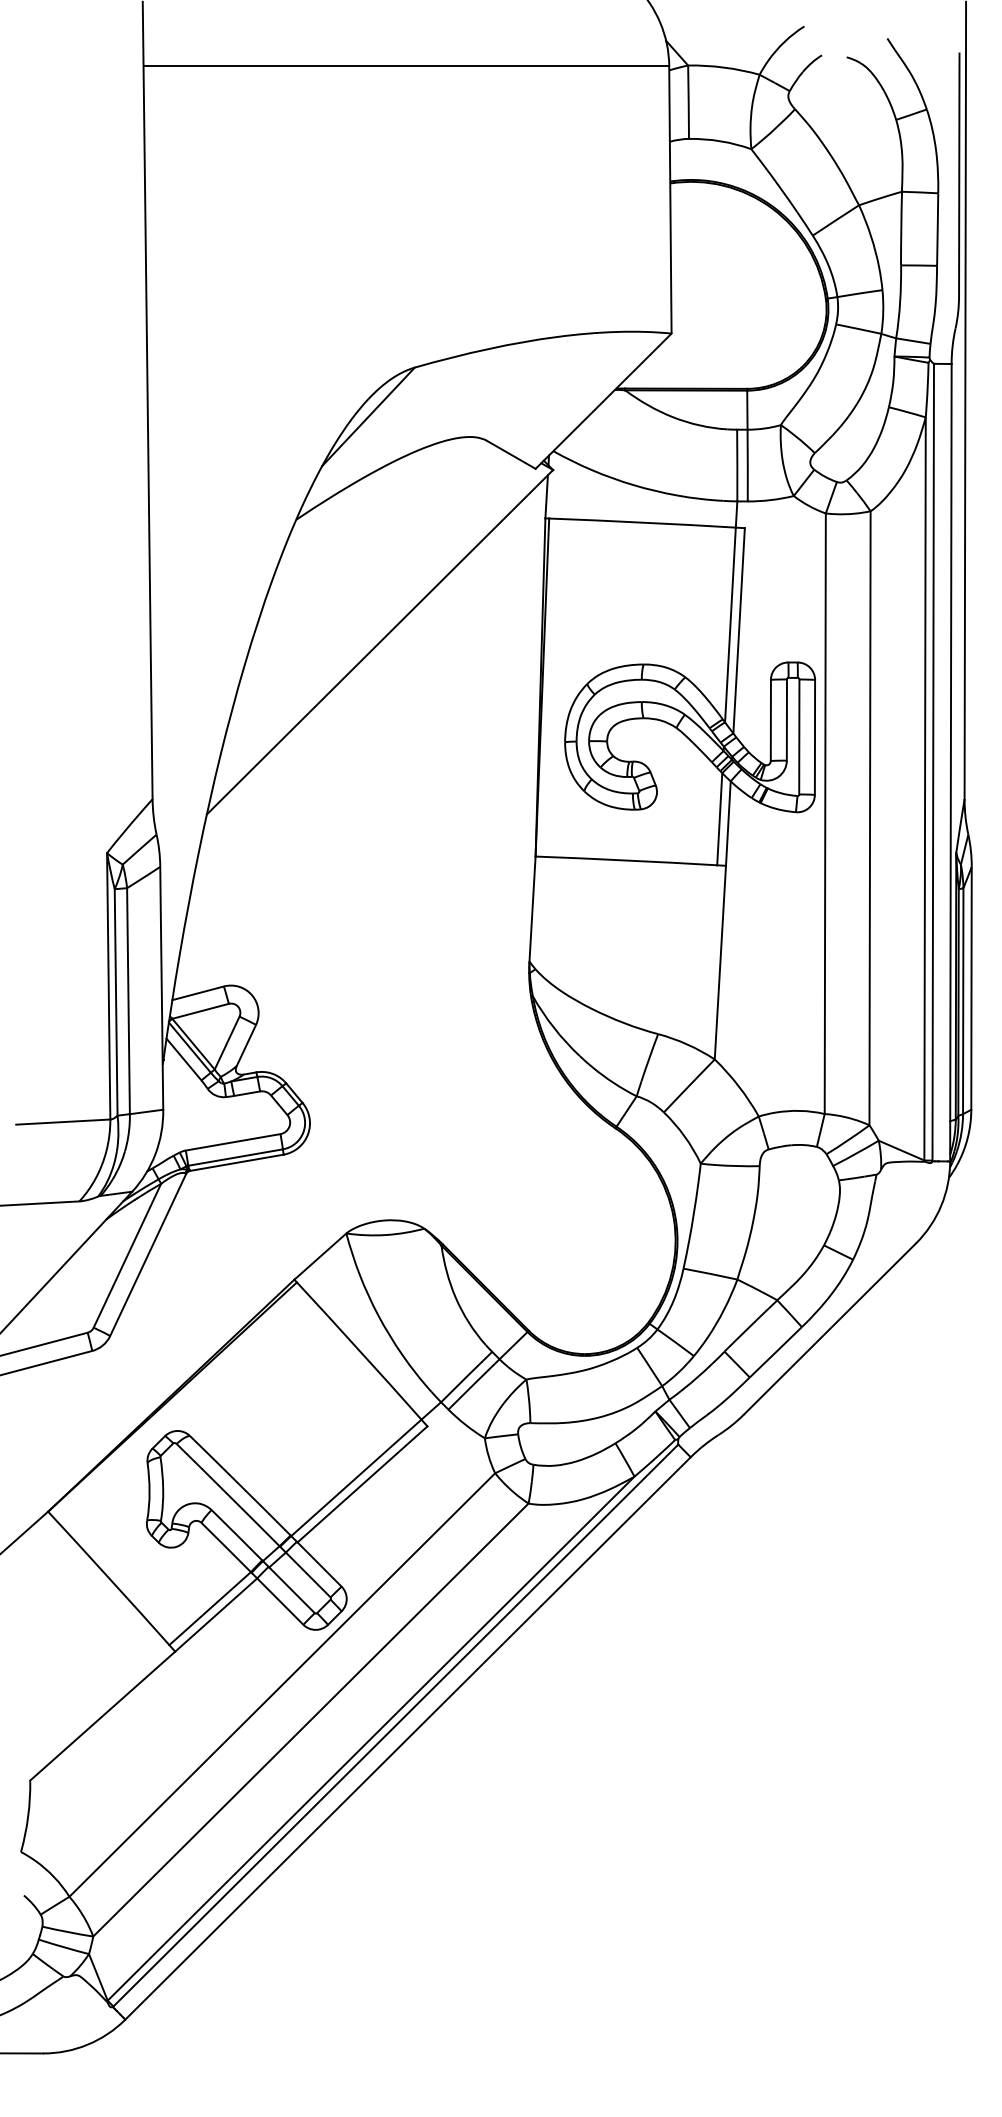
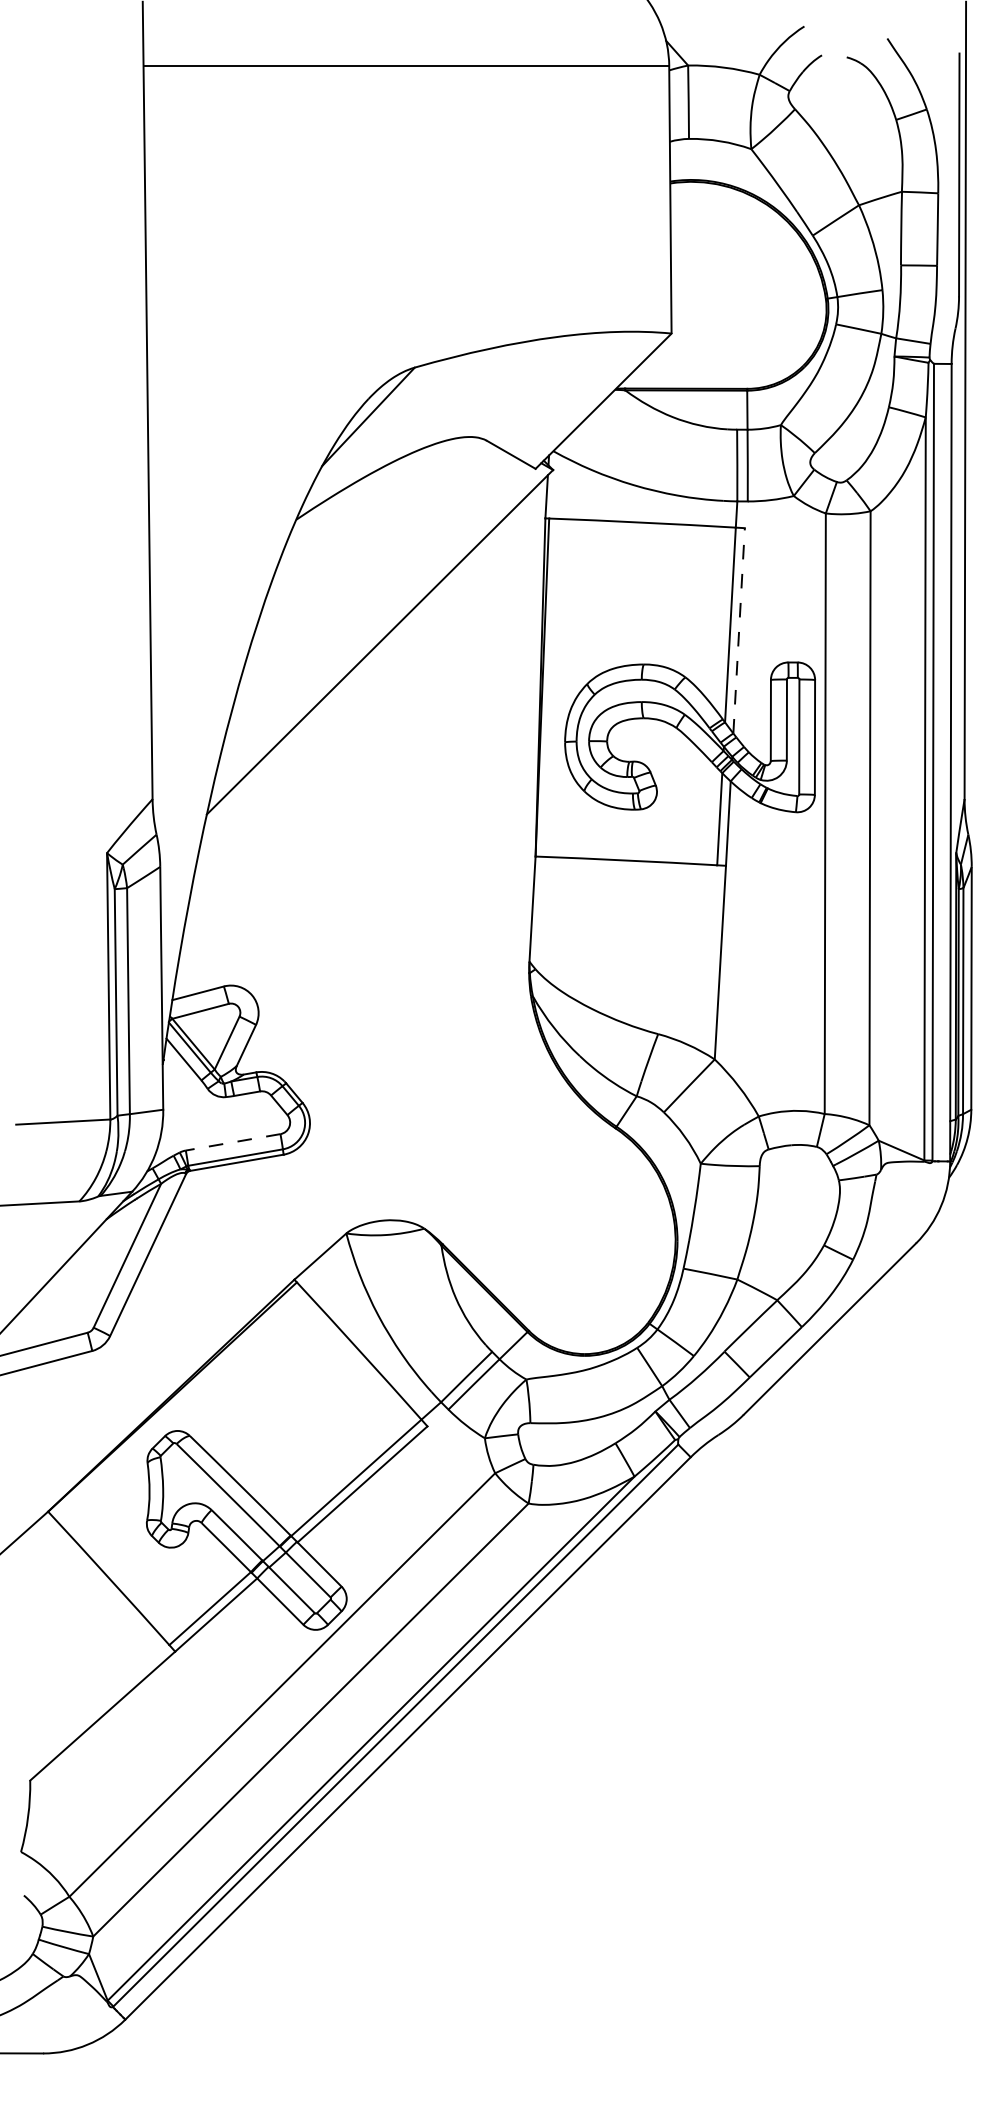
line at (739, 630): solid -> dashed
line at (232, 1142): solid -> dashed
